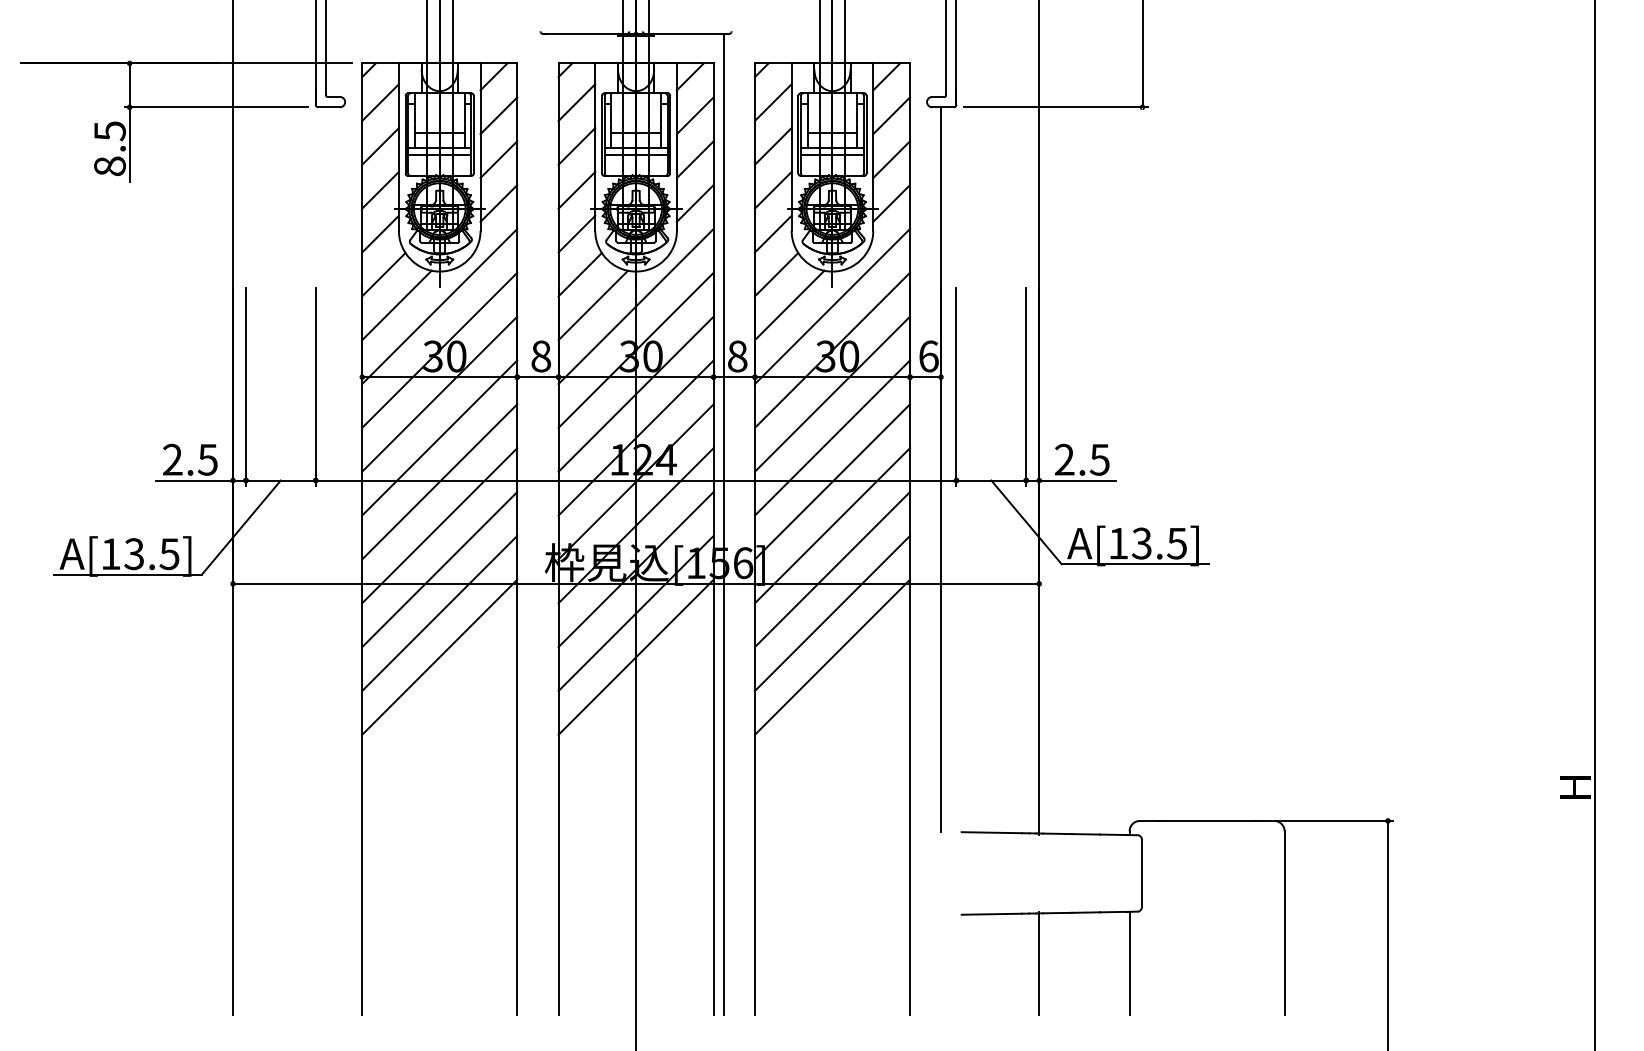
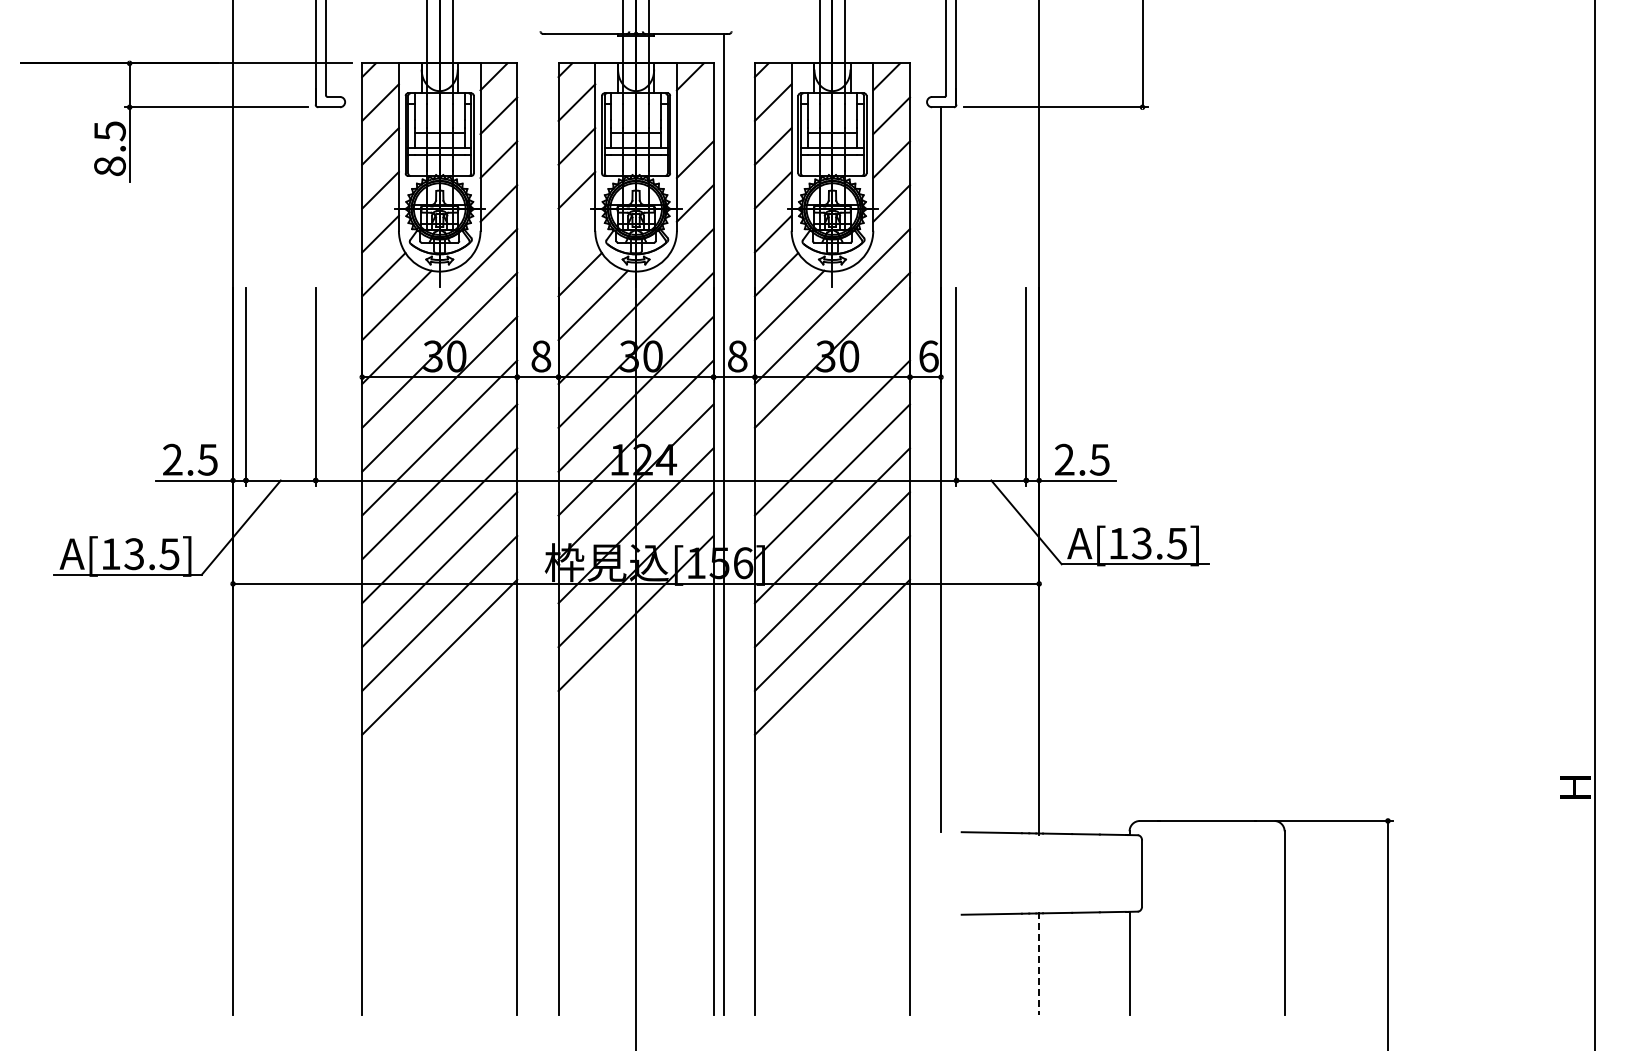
line at (694, 115): present -> none
line at (576, 233): present -> none
line at (831, 393): present -> none
line at (635, 656): present -> none
line at (1039, 963): solid -> dashed
